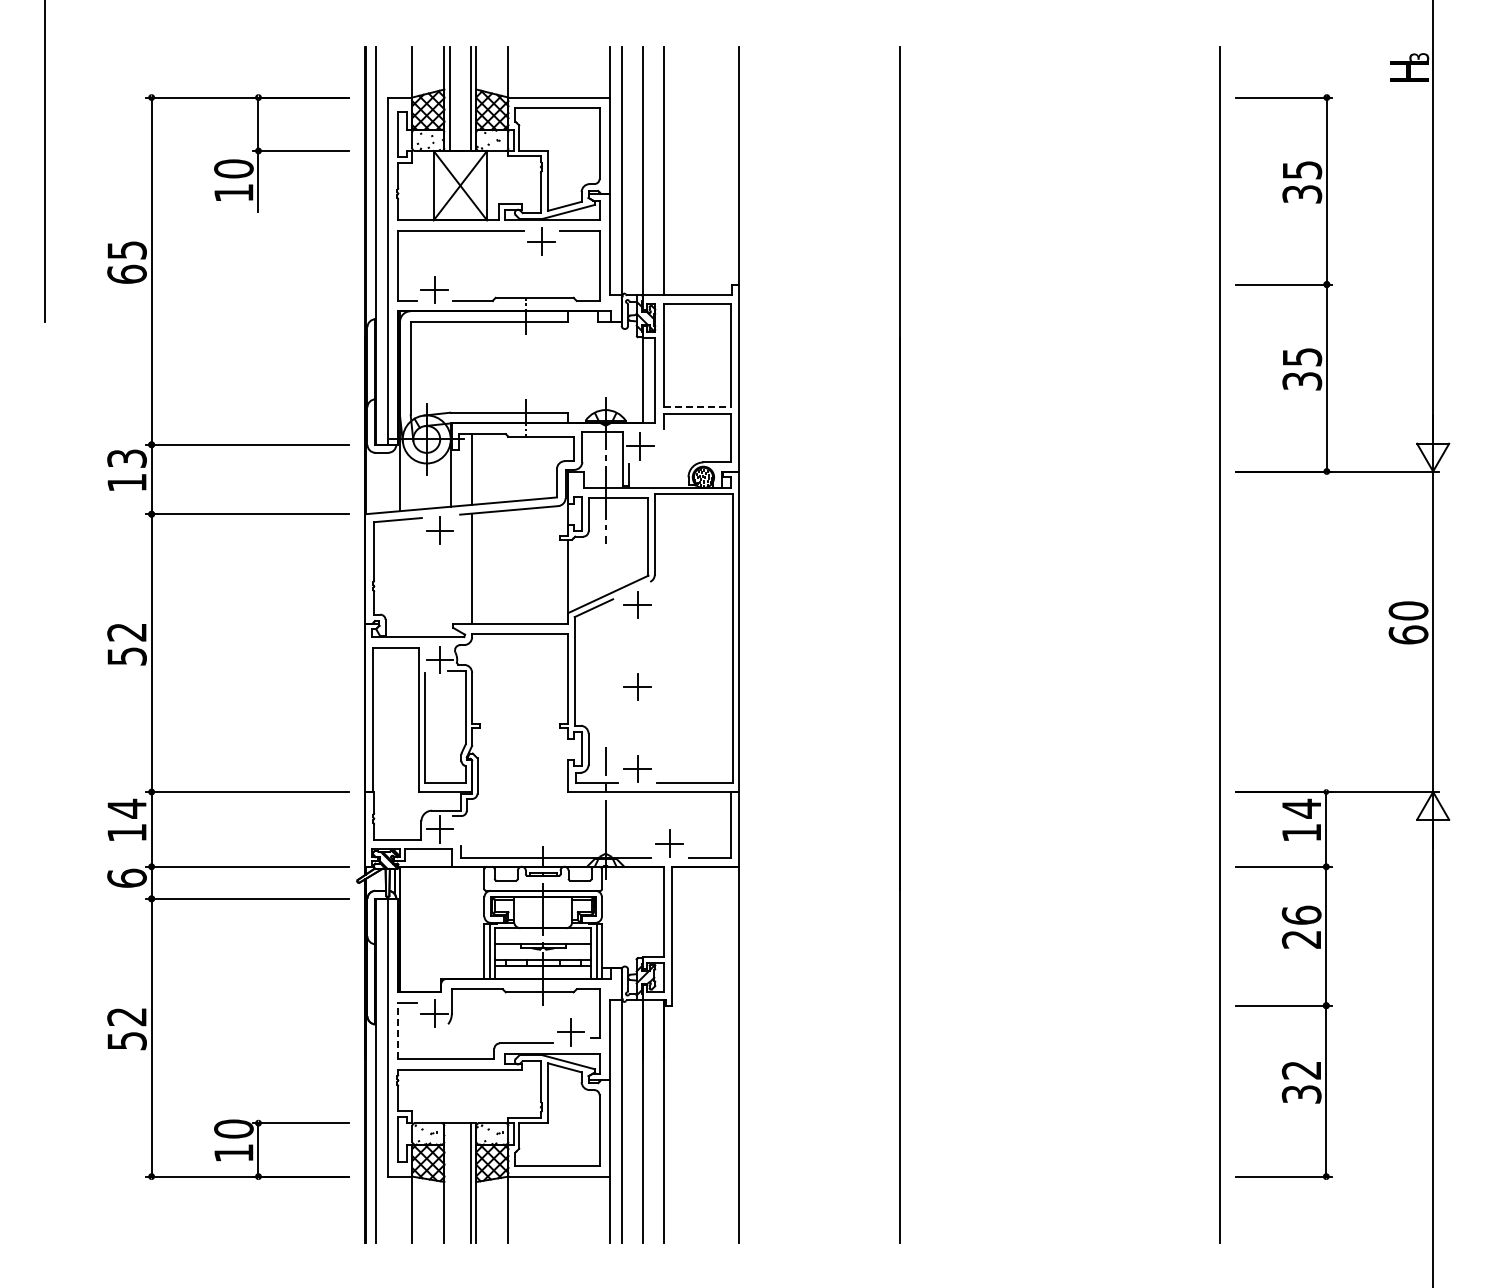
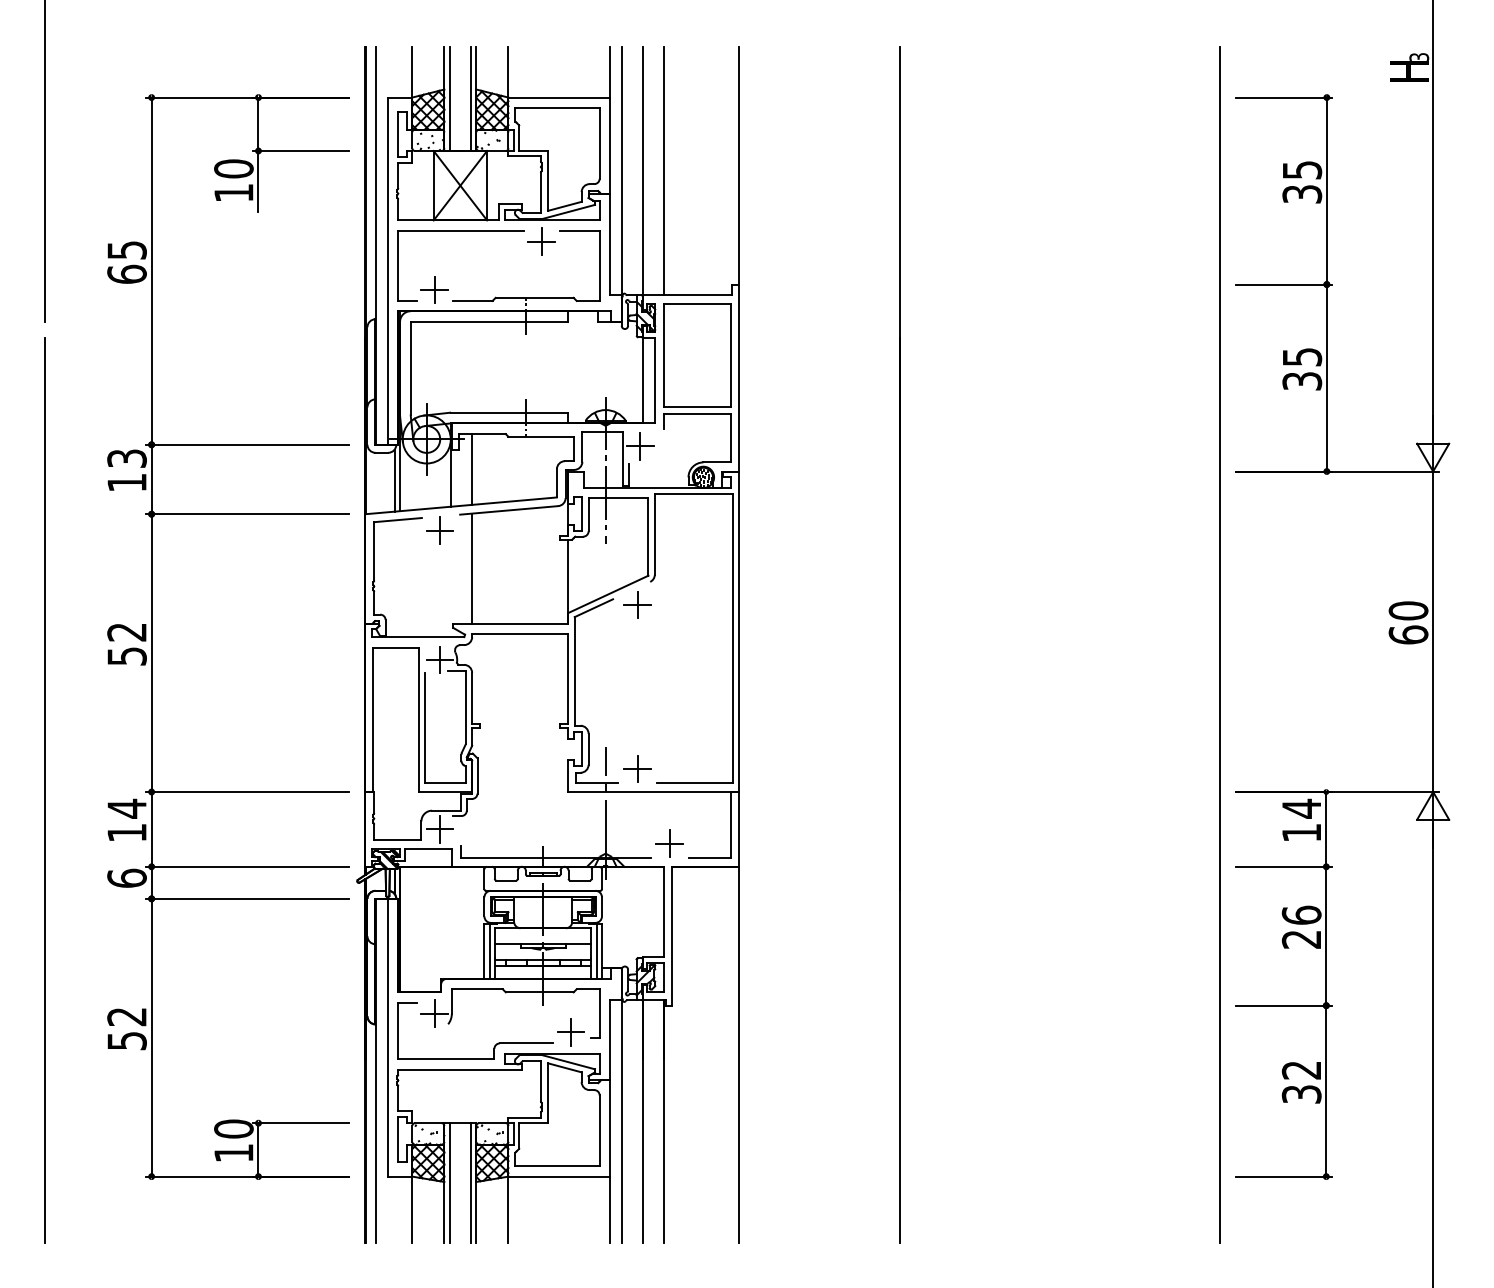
line at (697, 407): dashed -> solid
line at (394, 480): none -> present
part at (637, 686): present -> none
line at (44, 790): none -> present
line at (398, 1030): dashed -> solid
line at (449, 1183): none -> present
